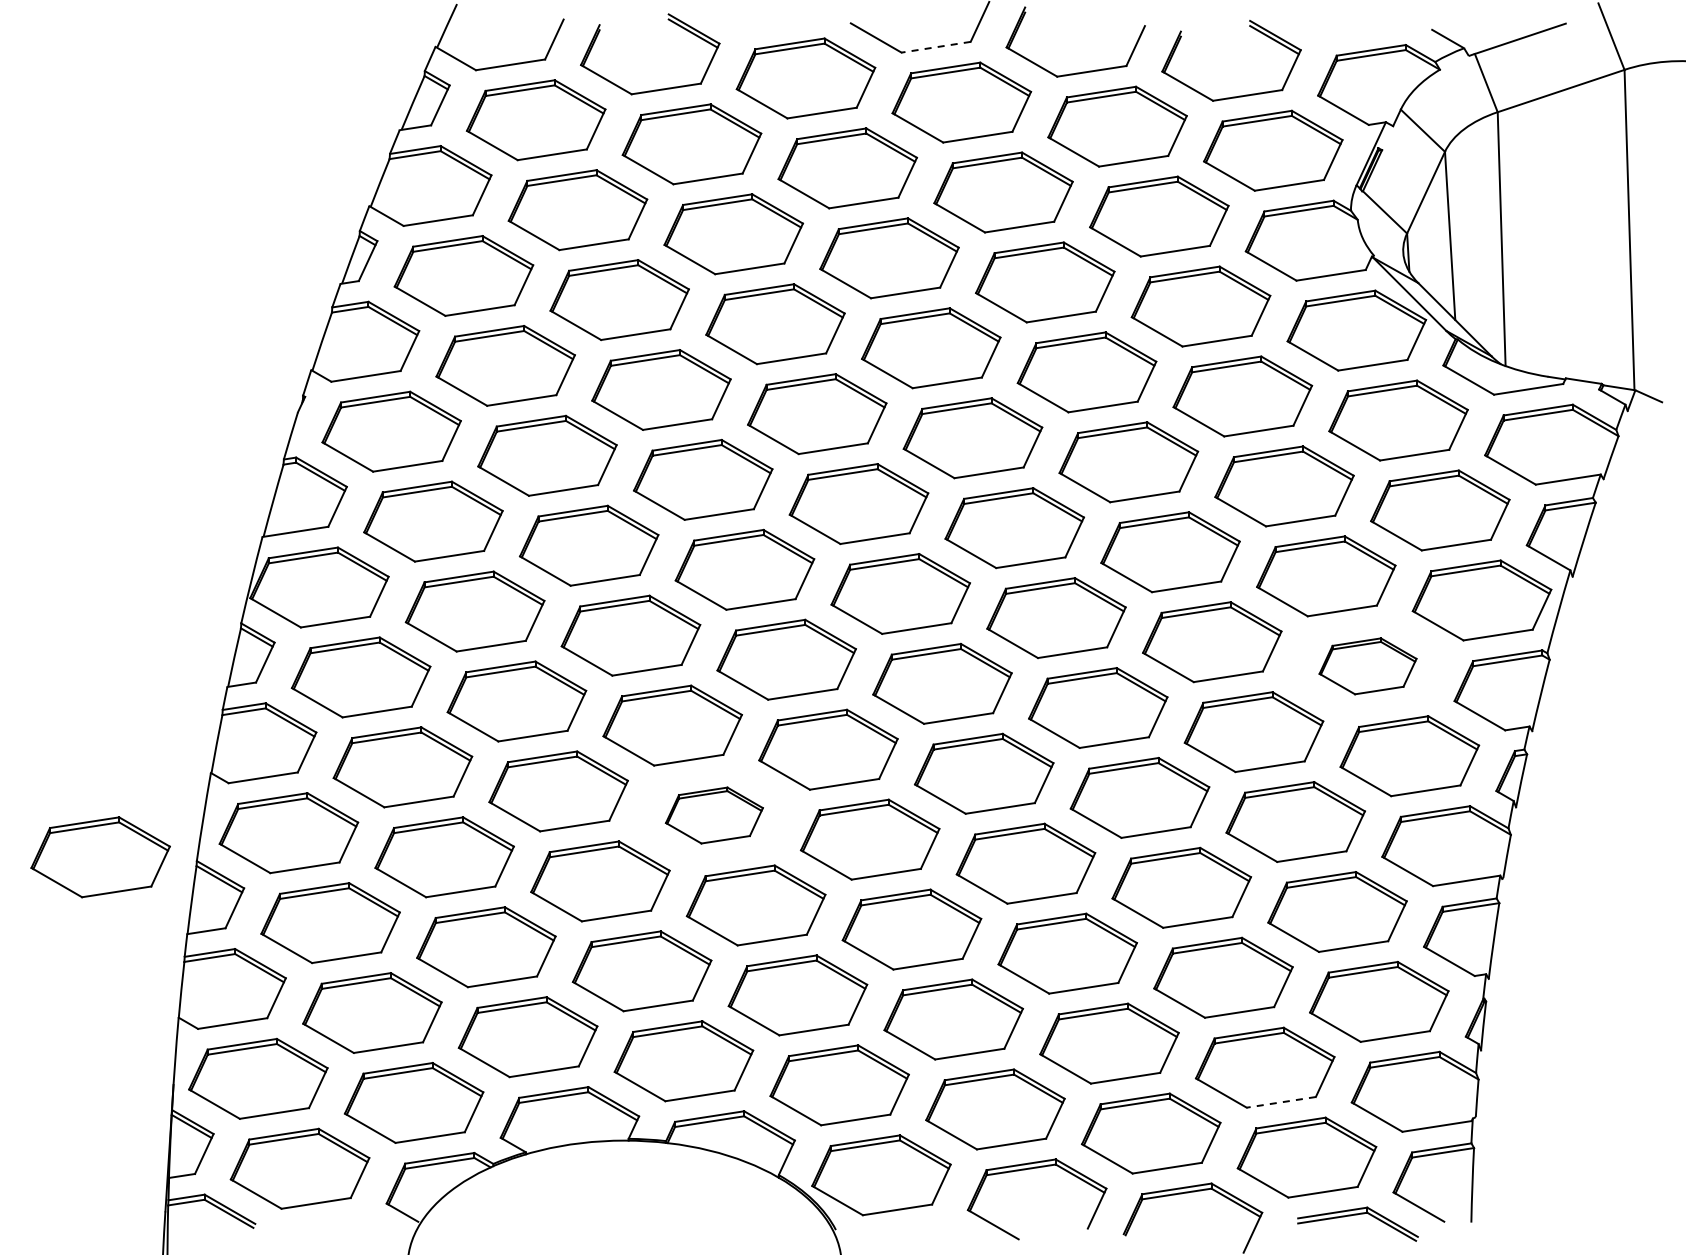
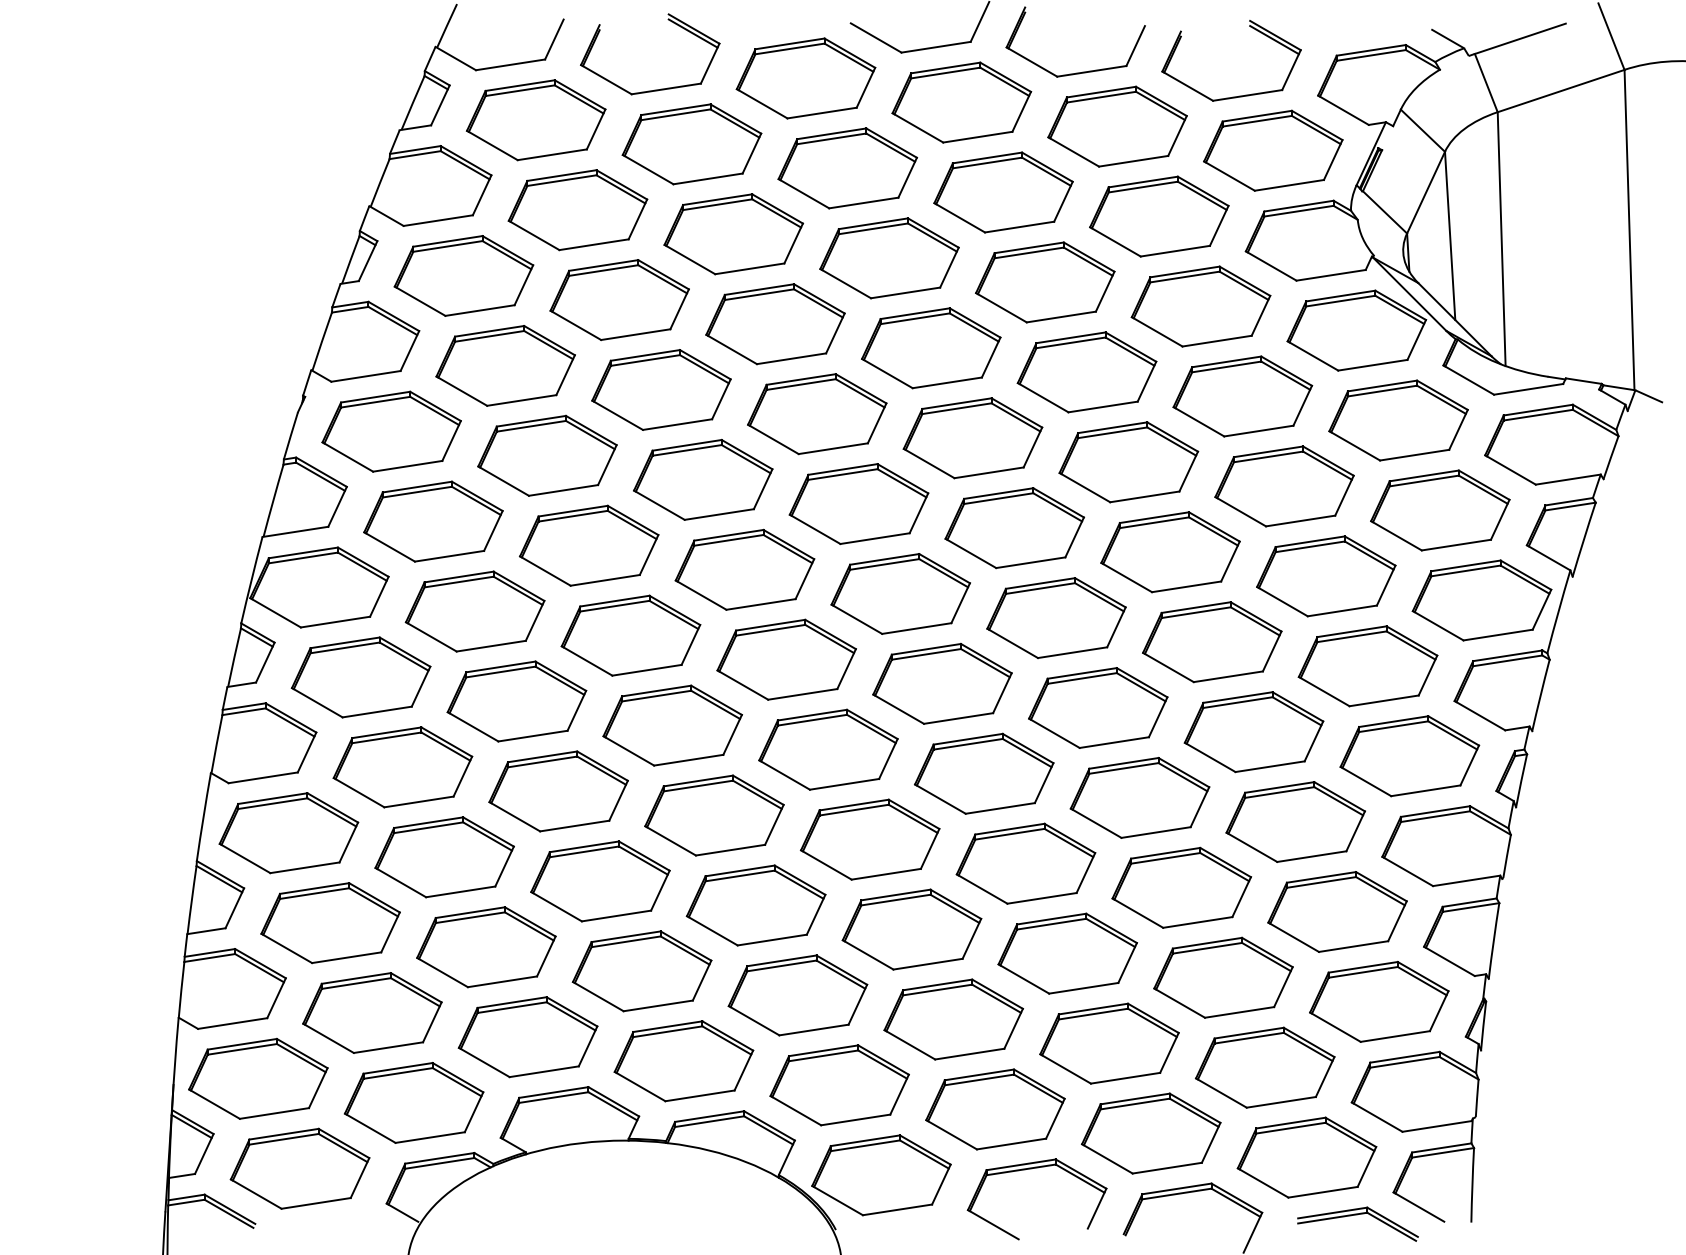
line at (936, 47): dashed -> solid
part at (1367, 666) size: 100x59 px -> 142x83 px
part at (713, 815) size: 100x59 px -> 141x83 px
part at (100, 857): present -> none
line at (1281, 1102): dashed -> solid
